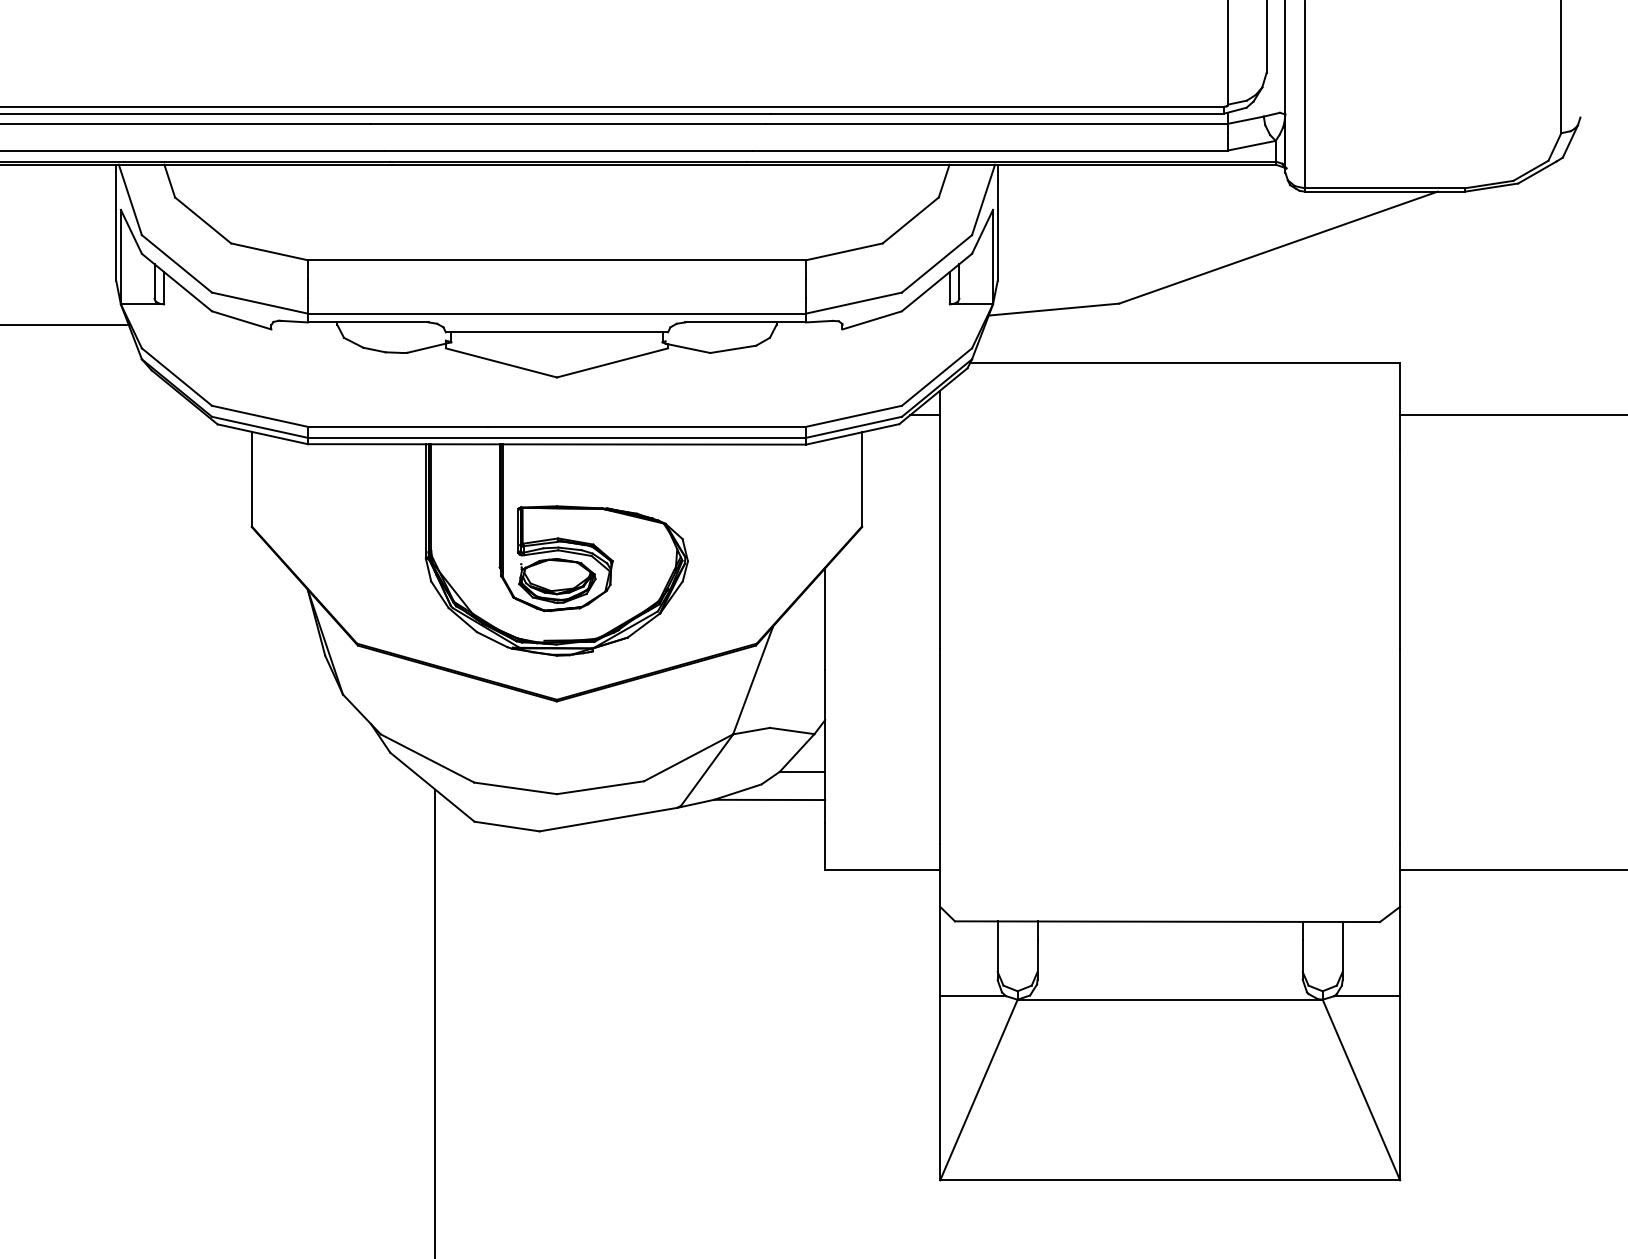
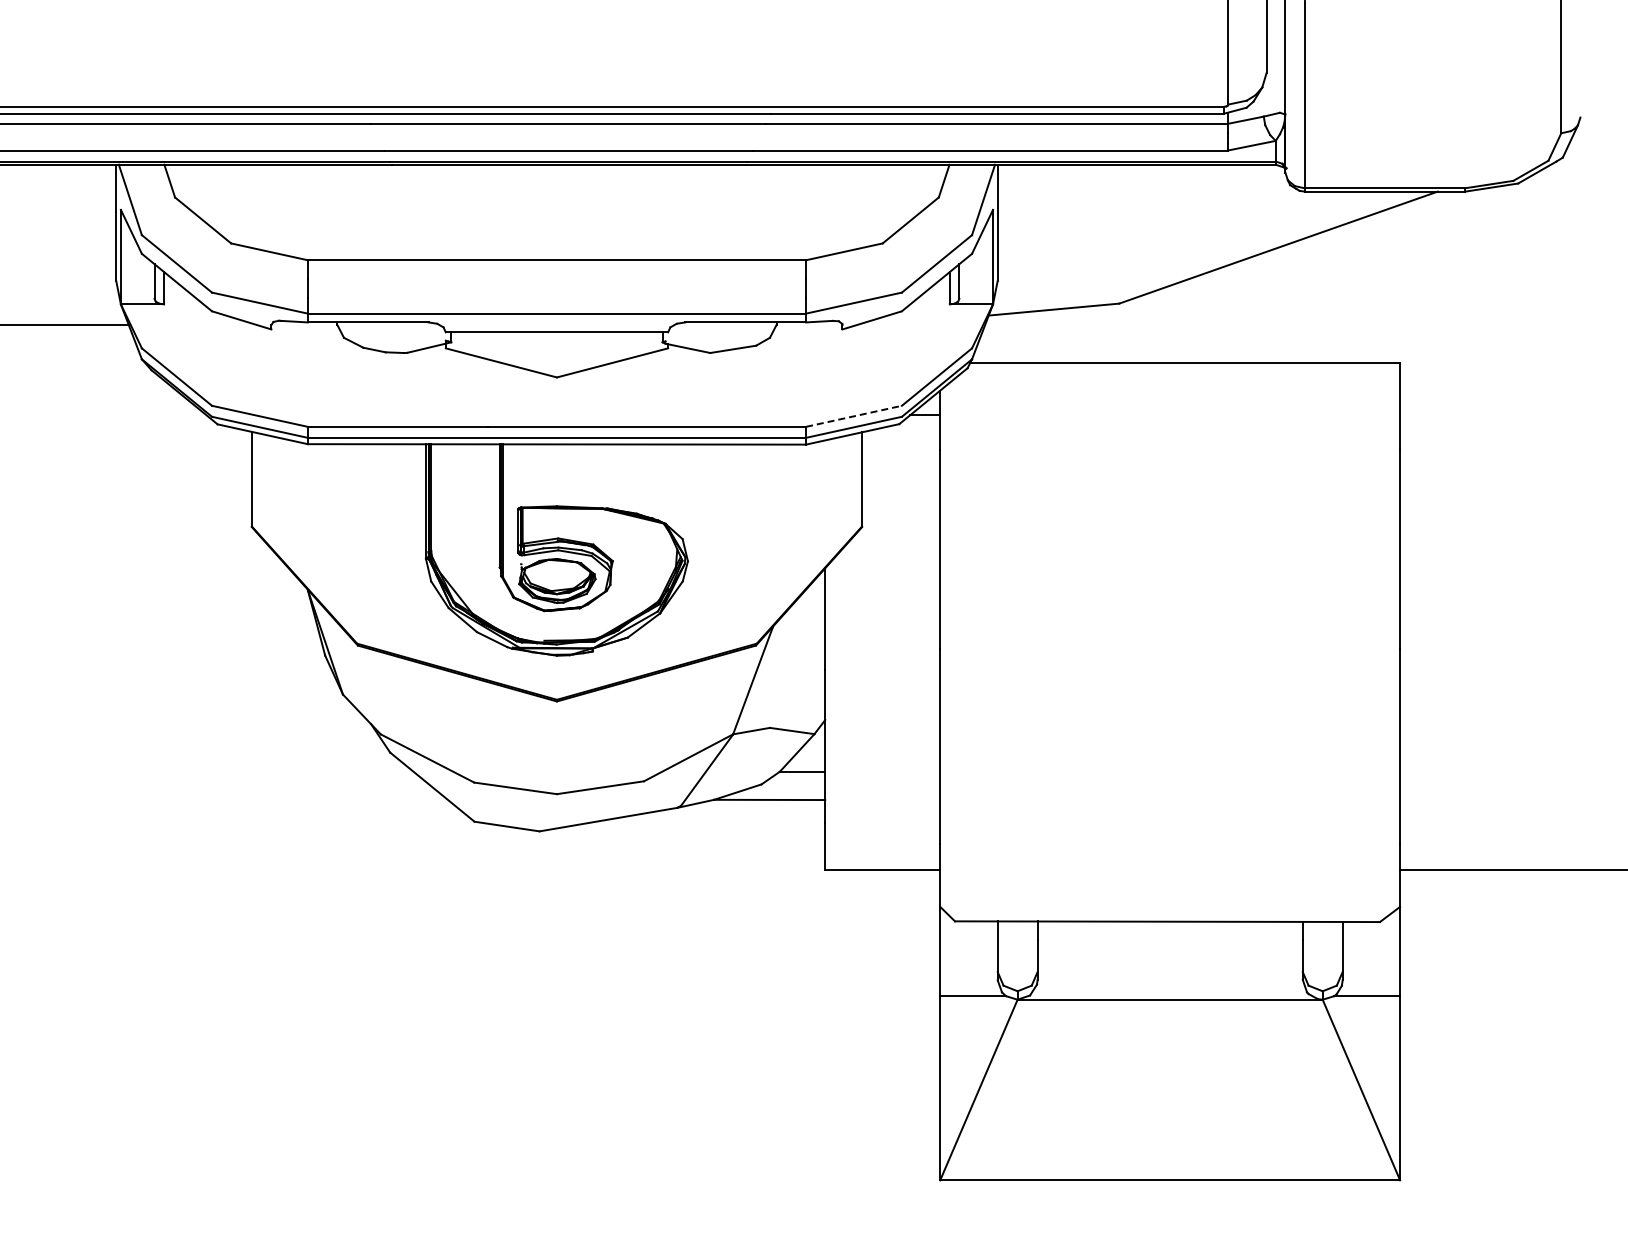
line at (1512, 415): present -> none
line at (854, 416): solid -> dashed
line at (435, 1022): present -> none
